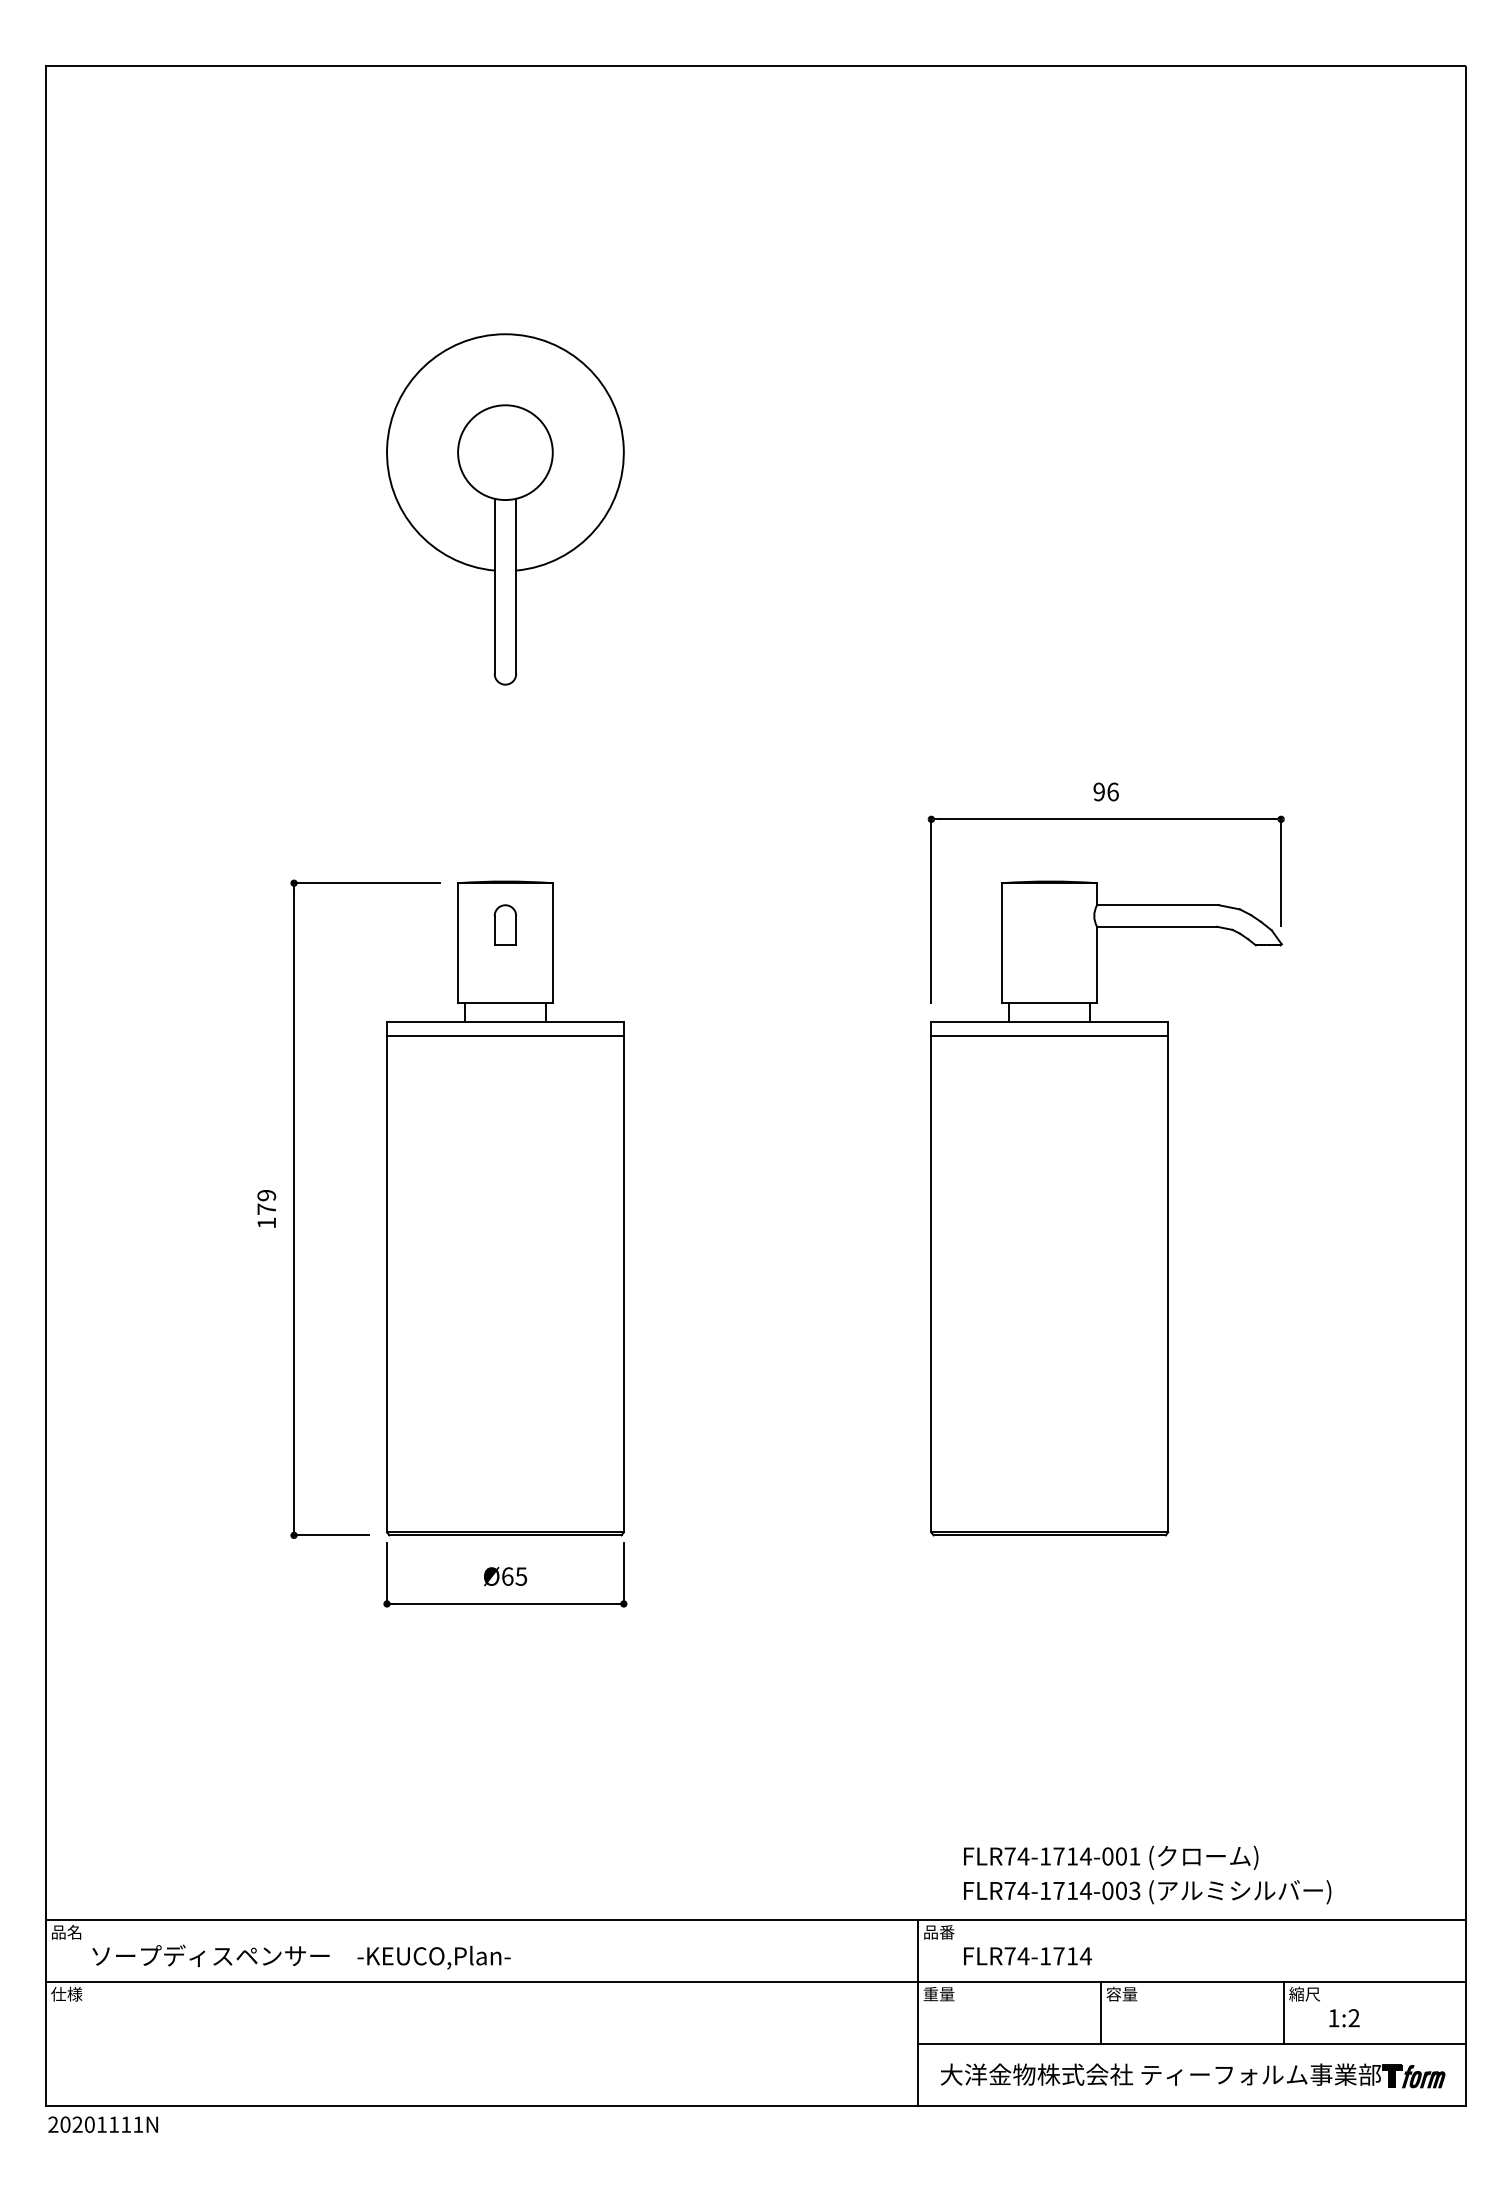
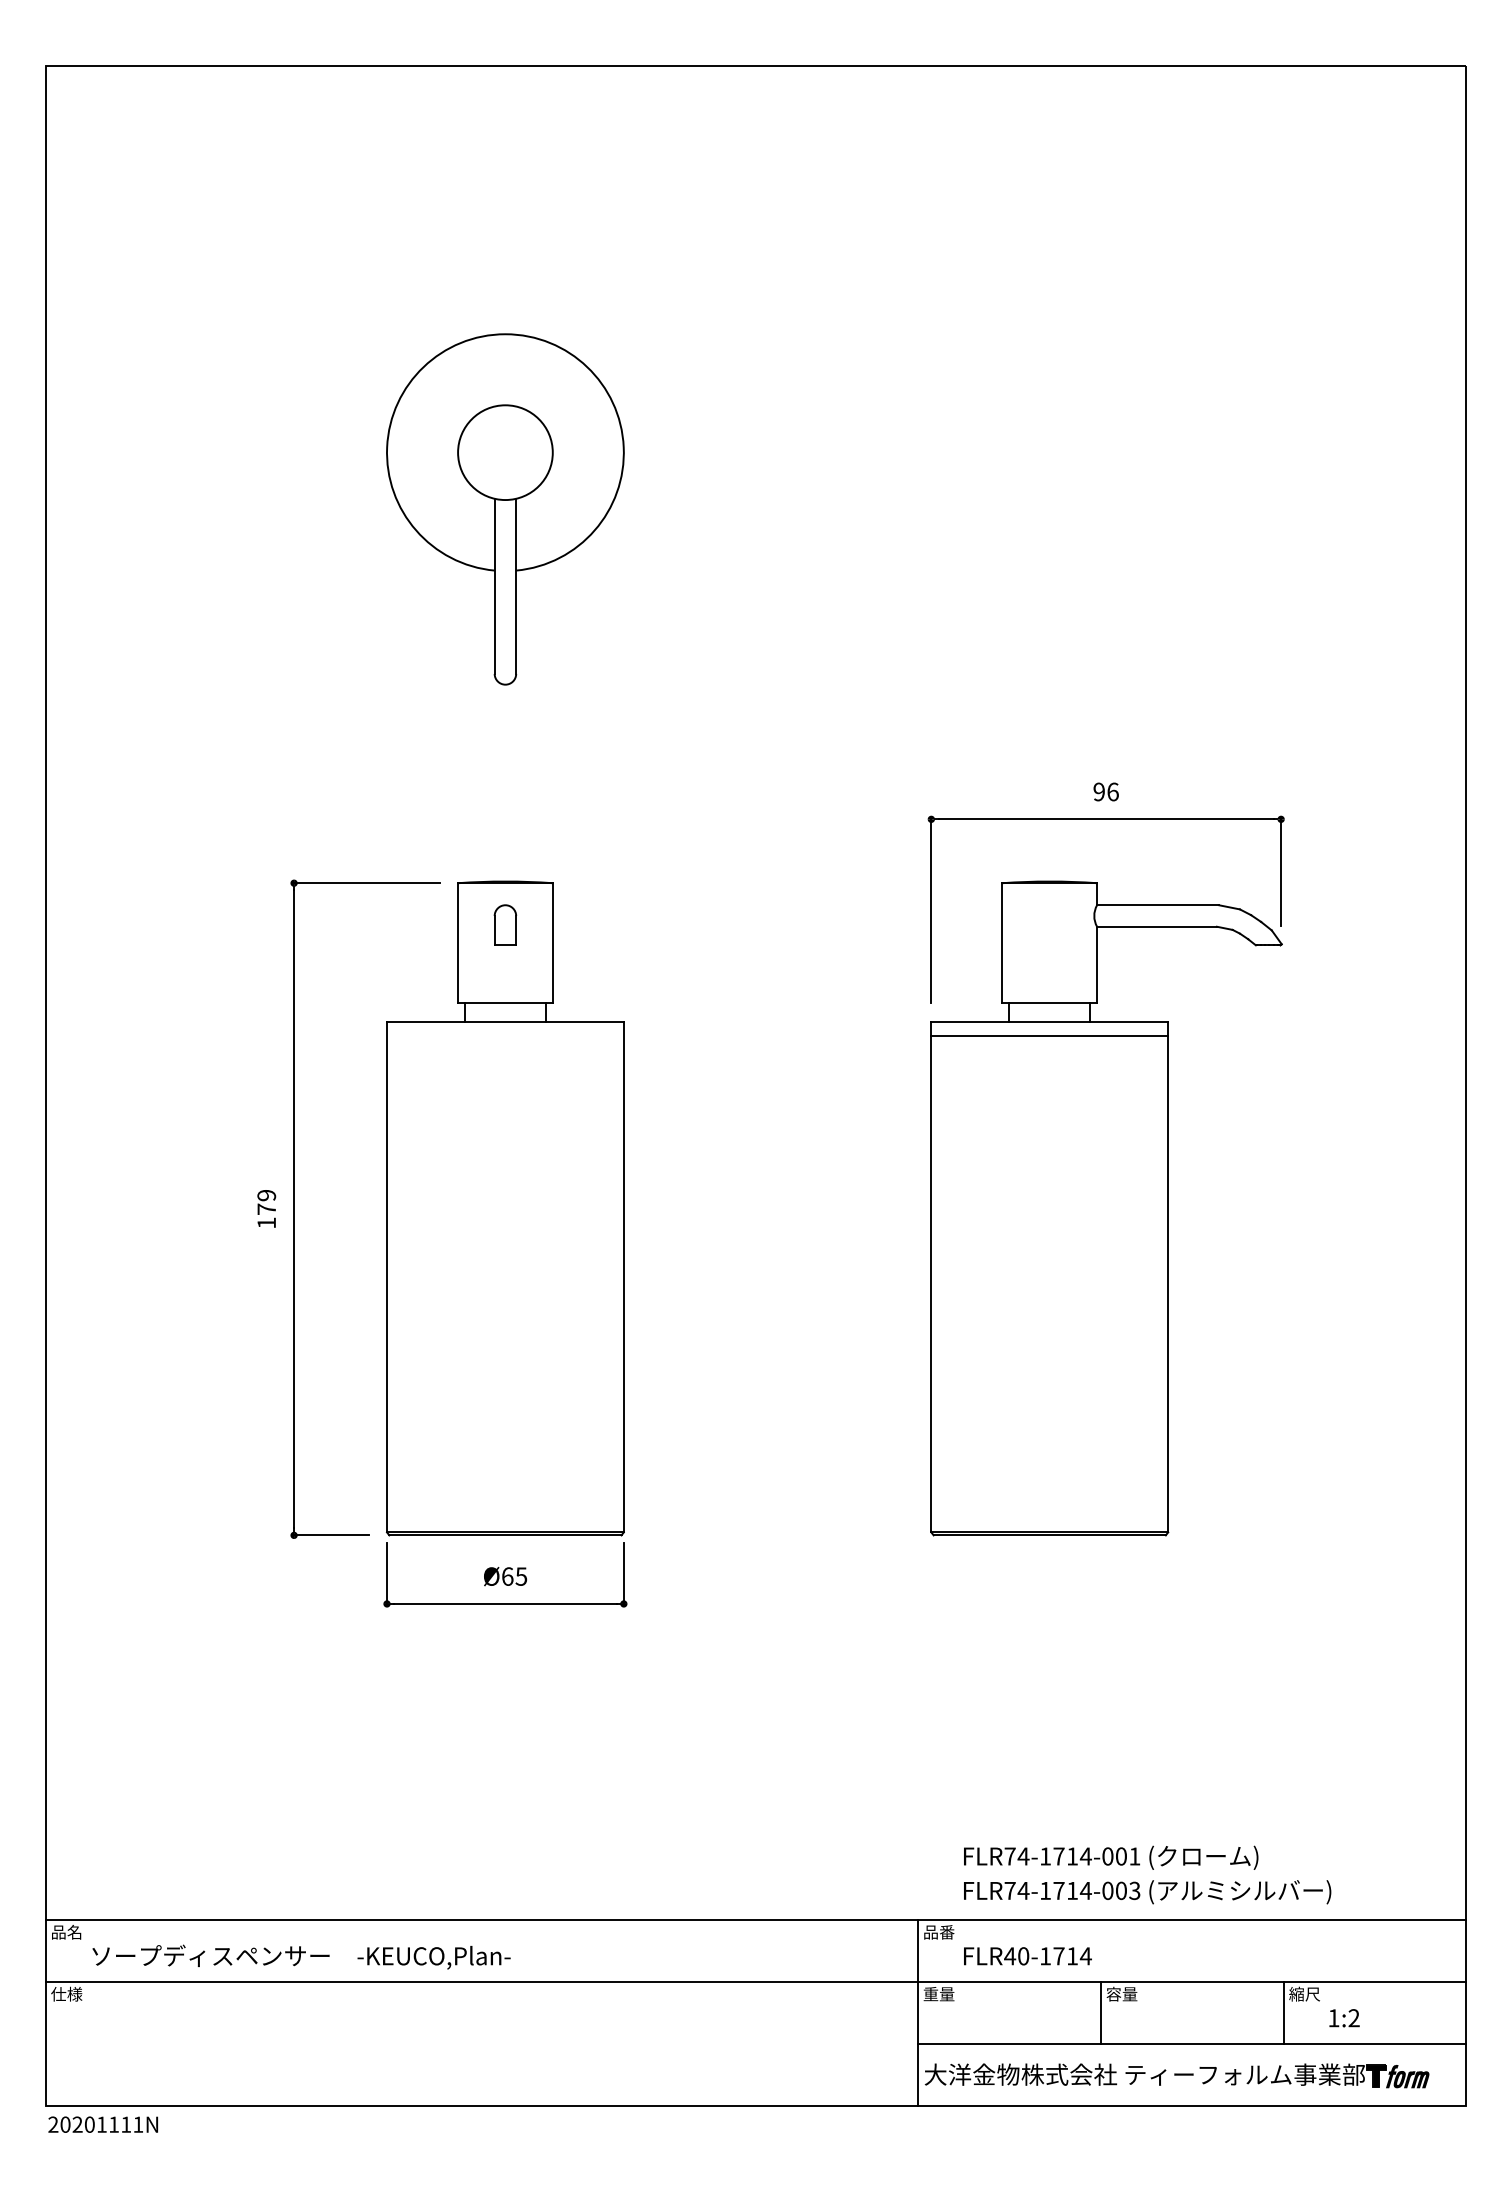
line at (505, 1036): present -> none
text at (1016, 1956): FLR74-1714 -> FLR40-1714
part at (1192, 2075) position: (1192, 2075) -> (1176, 2075)
